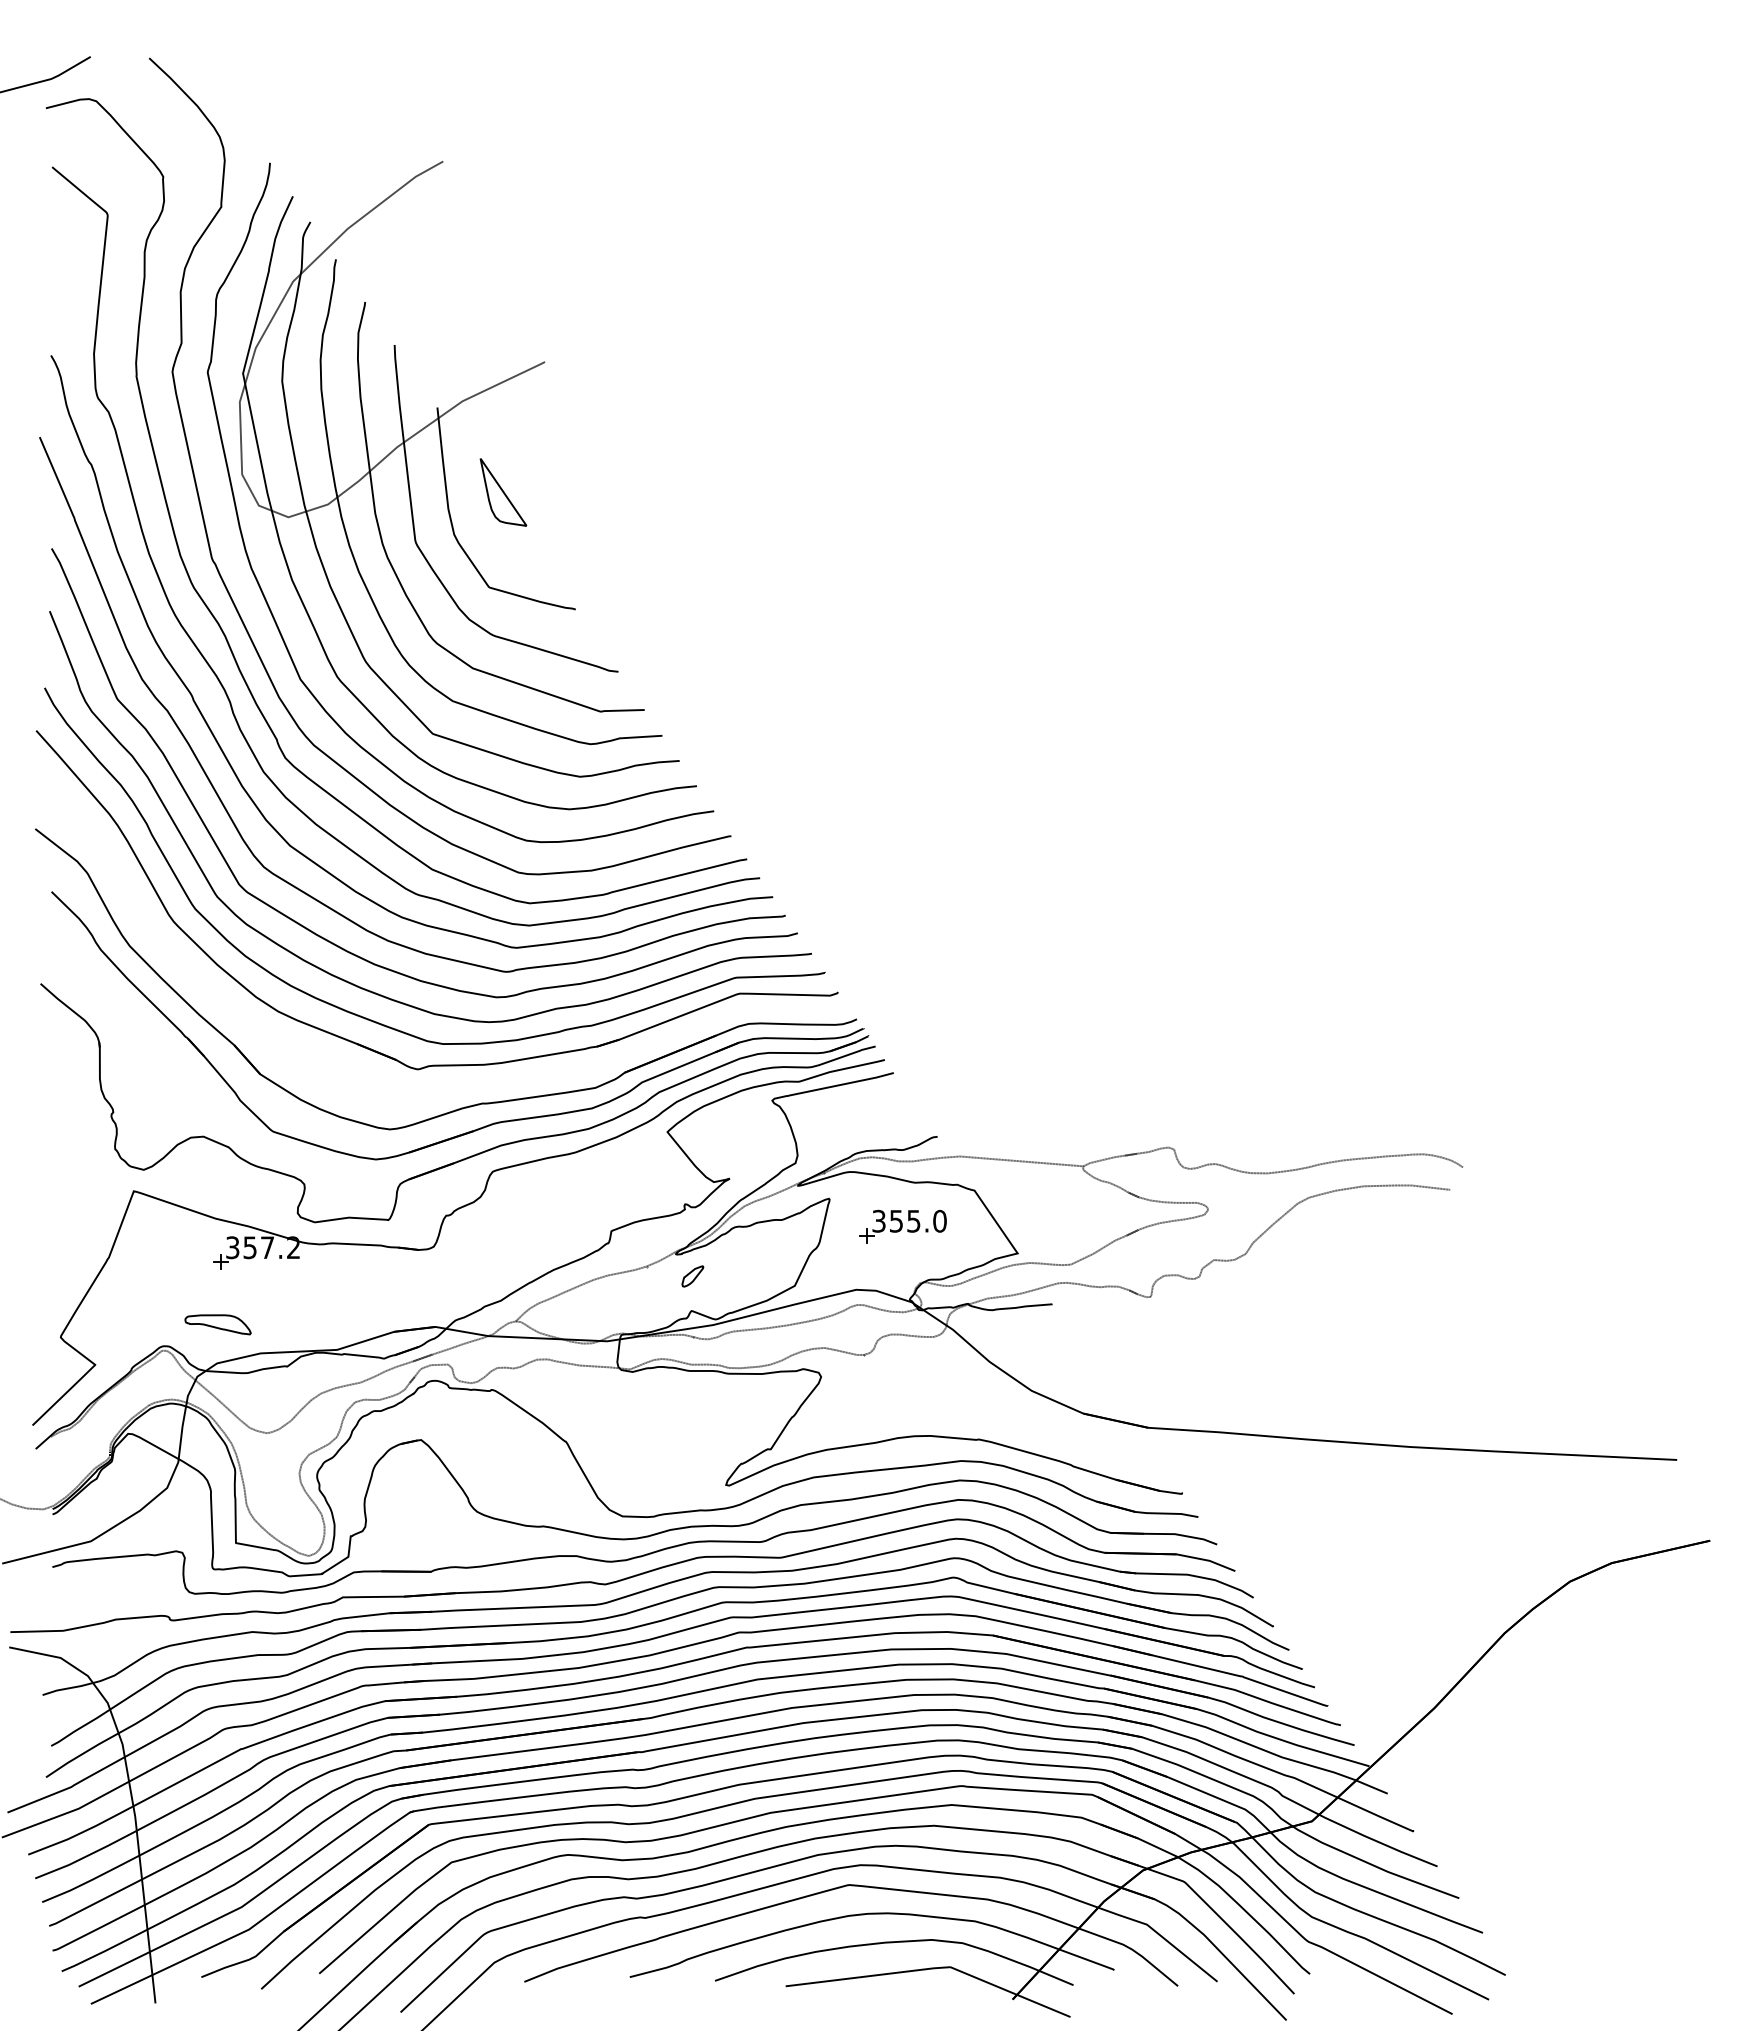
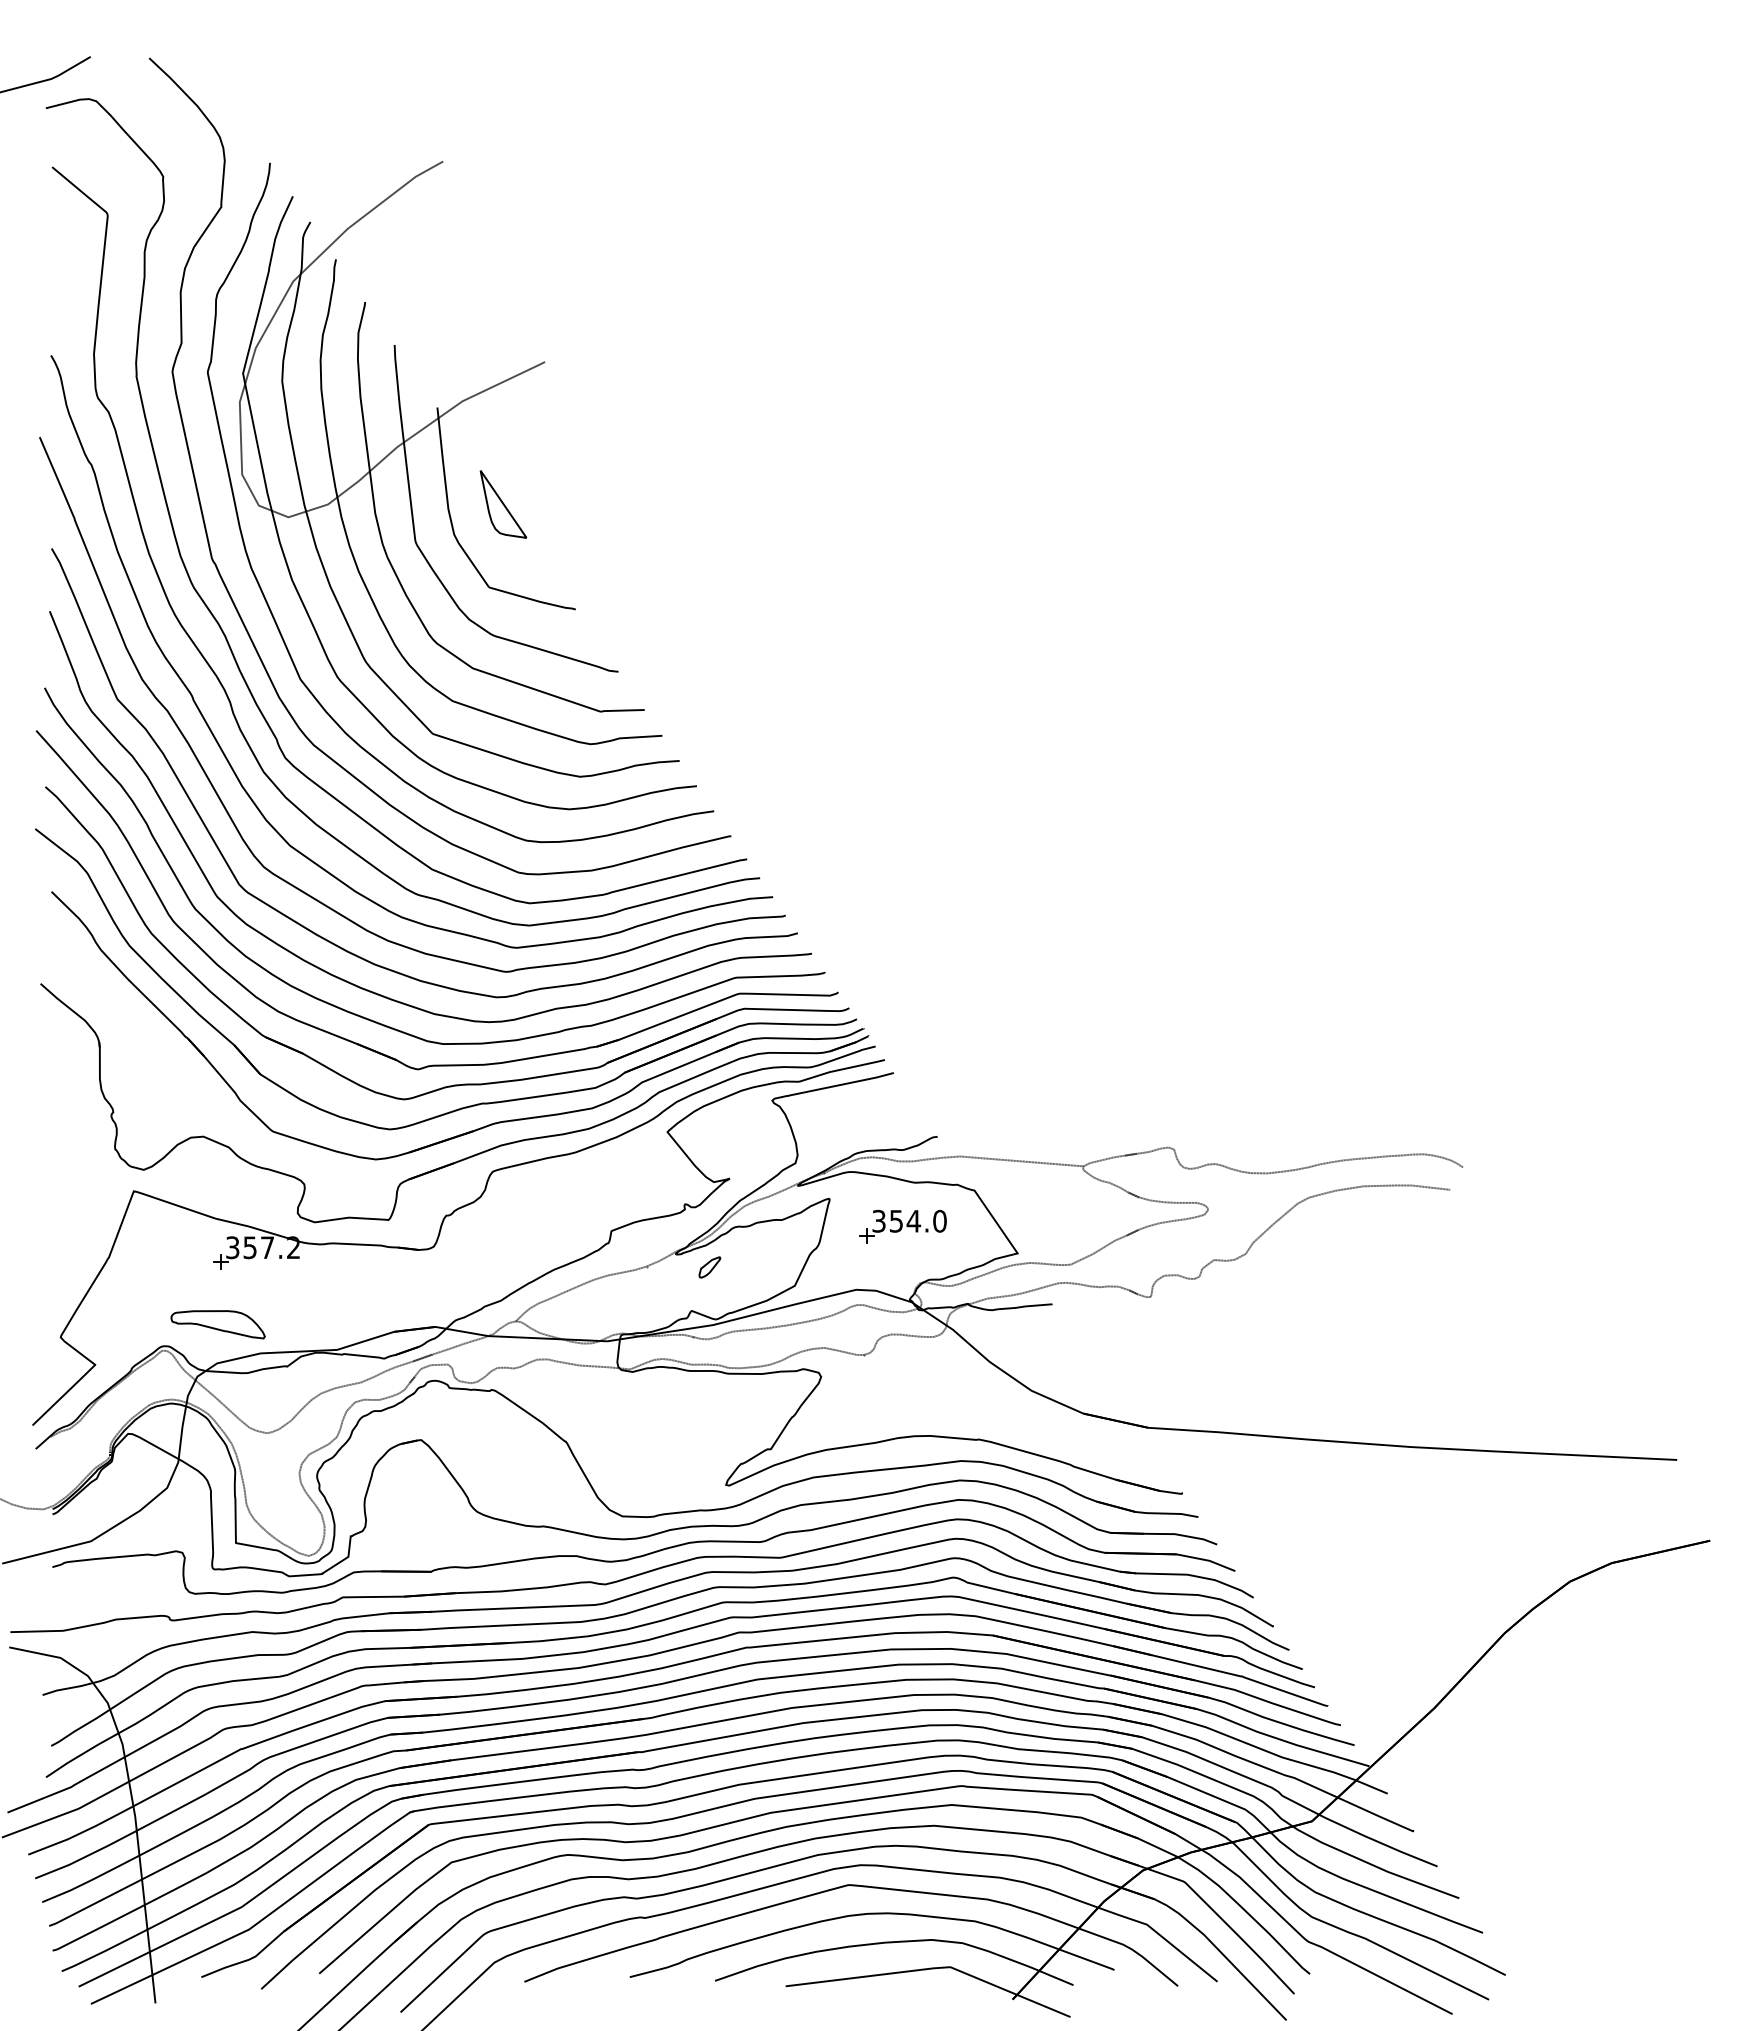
part at (503, 492) position: (503, 492) -> (503, 504)
part at (463, 1083): none -> present
text at (913, 1221): 355.0 -> 354.0
part at (692, 1276) position: (692, 1276) -> (709, 1267)
part at (217, 1324) size: 68x22 px -> 96x30 px
